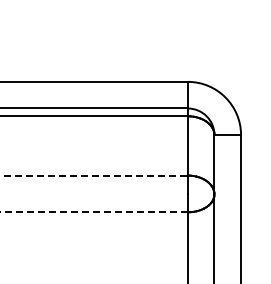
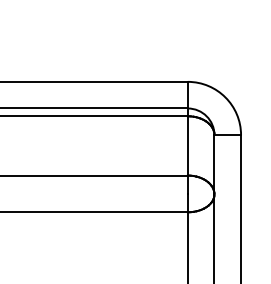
line at (94, 175): dashed -> solid
line at (93, 212): dashed -> solid
